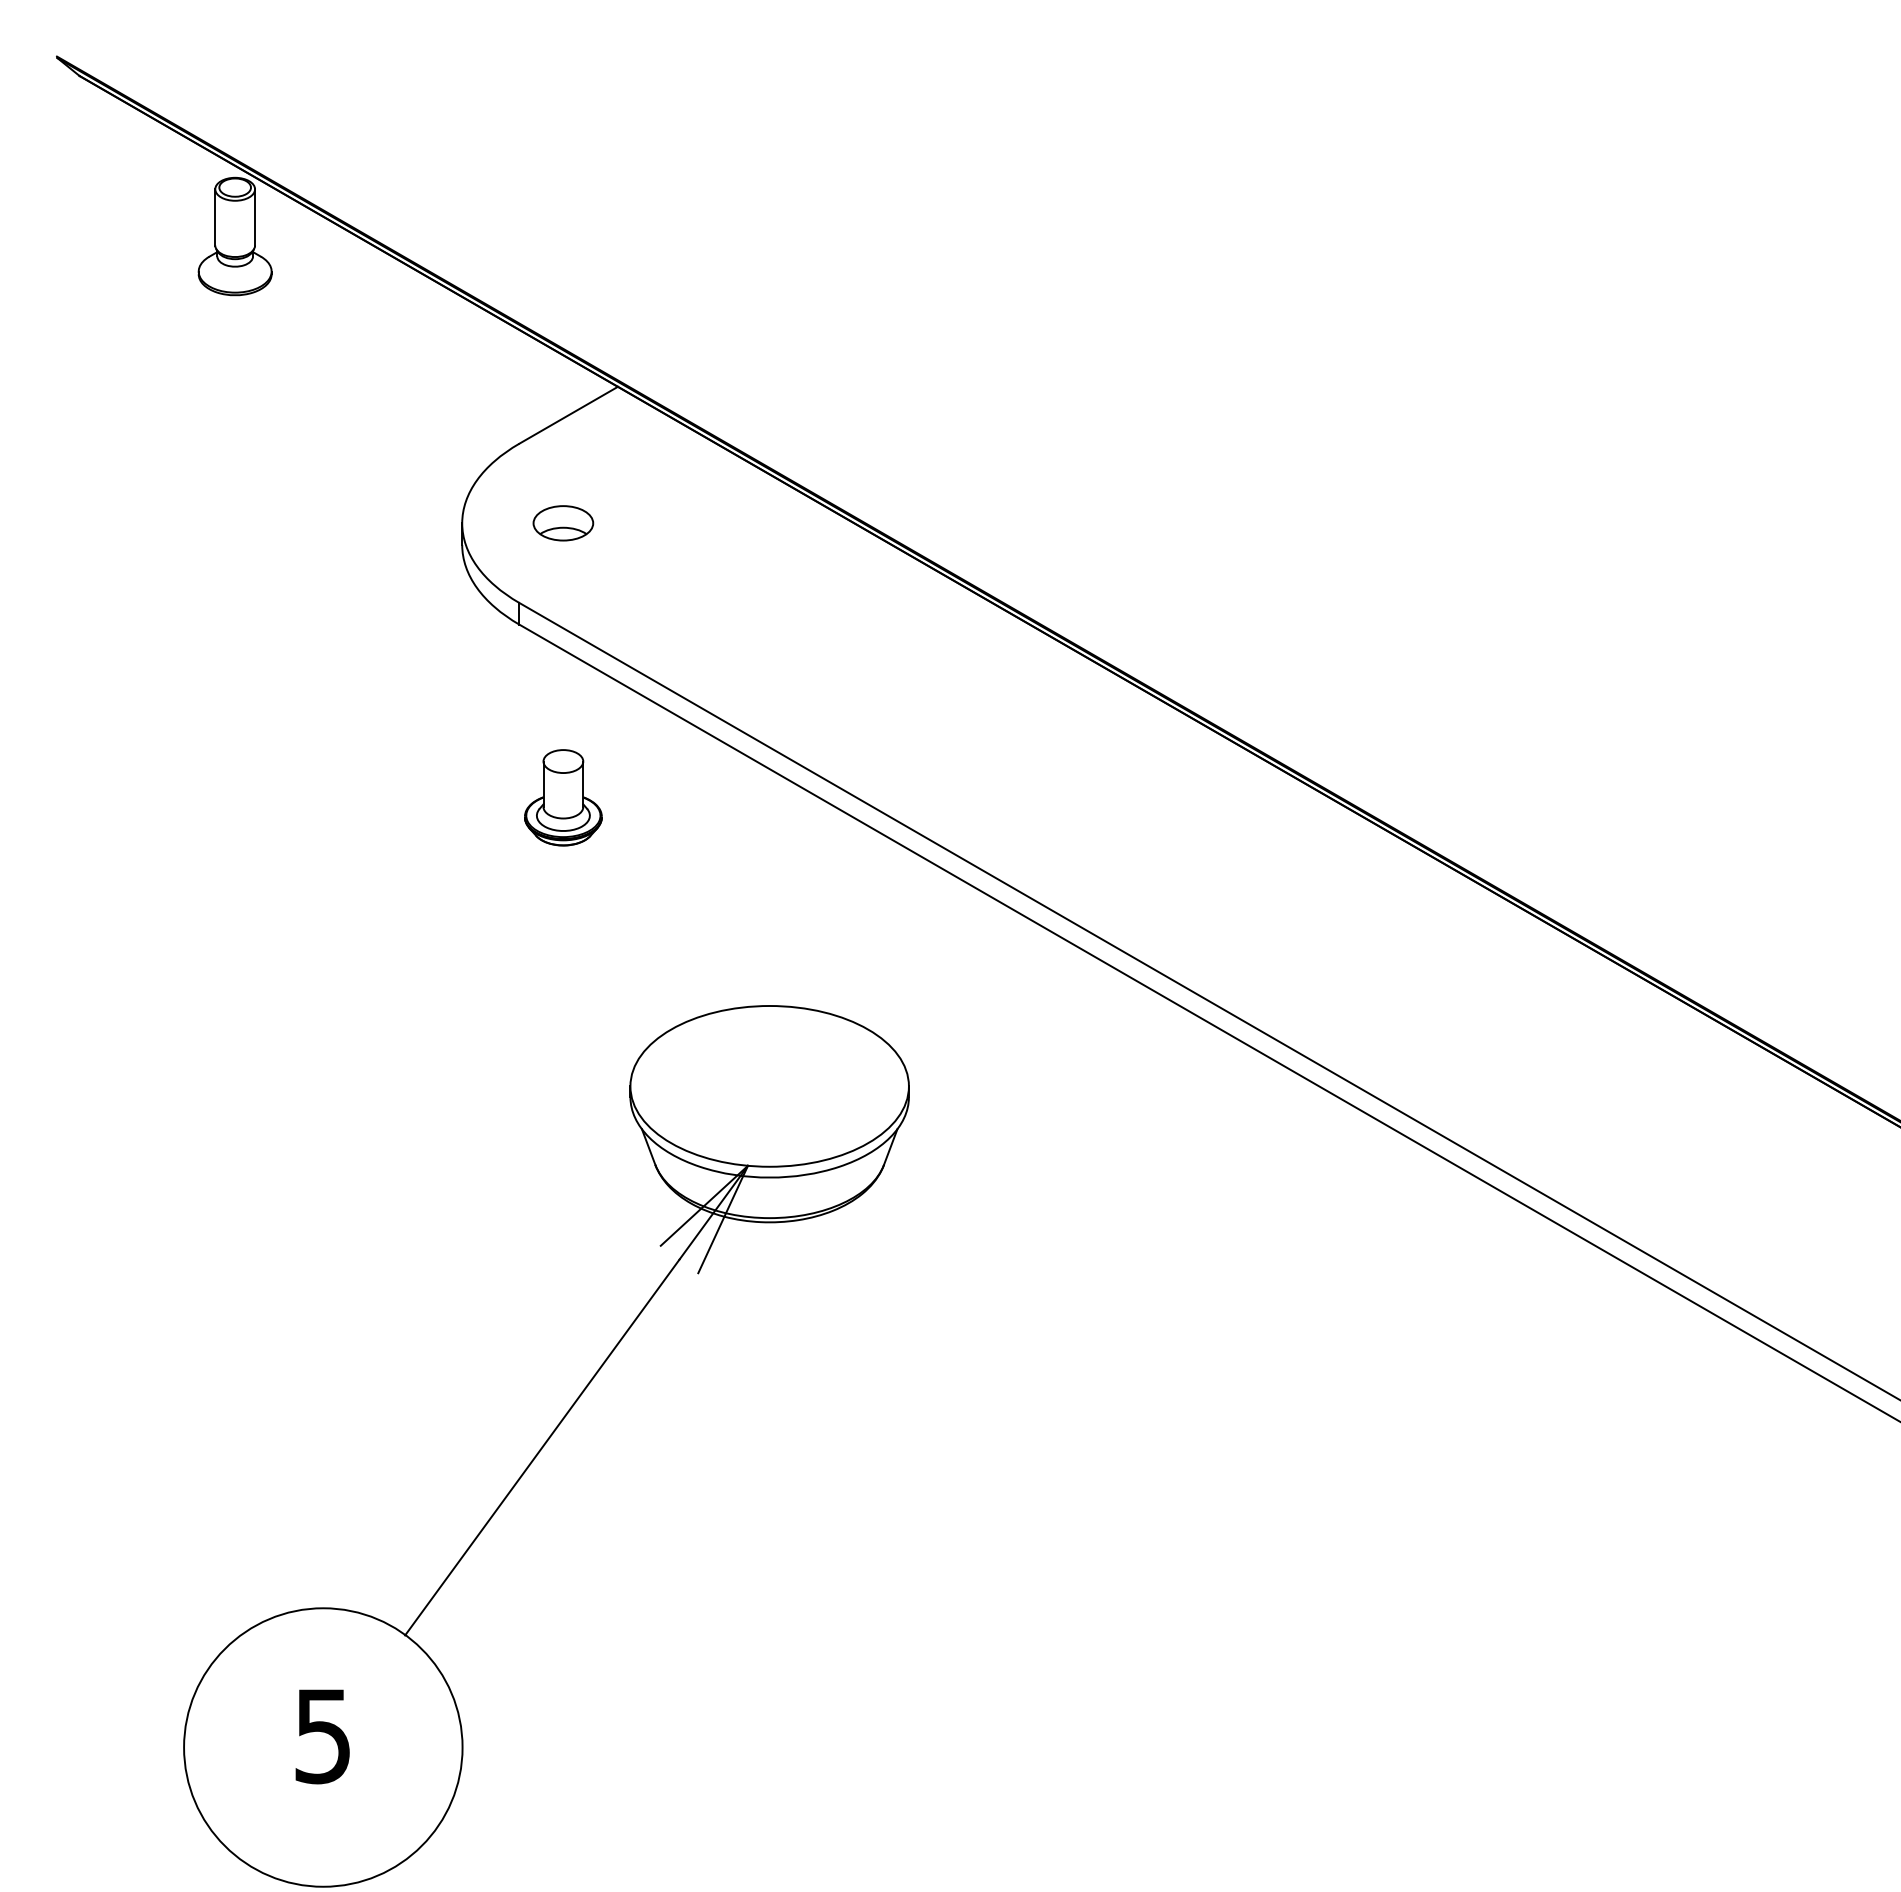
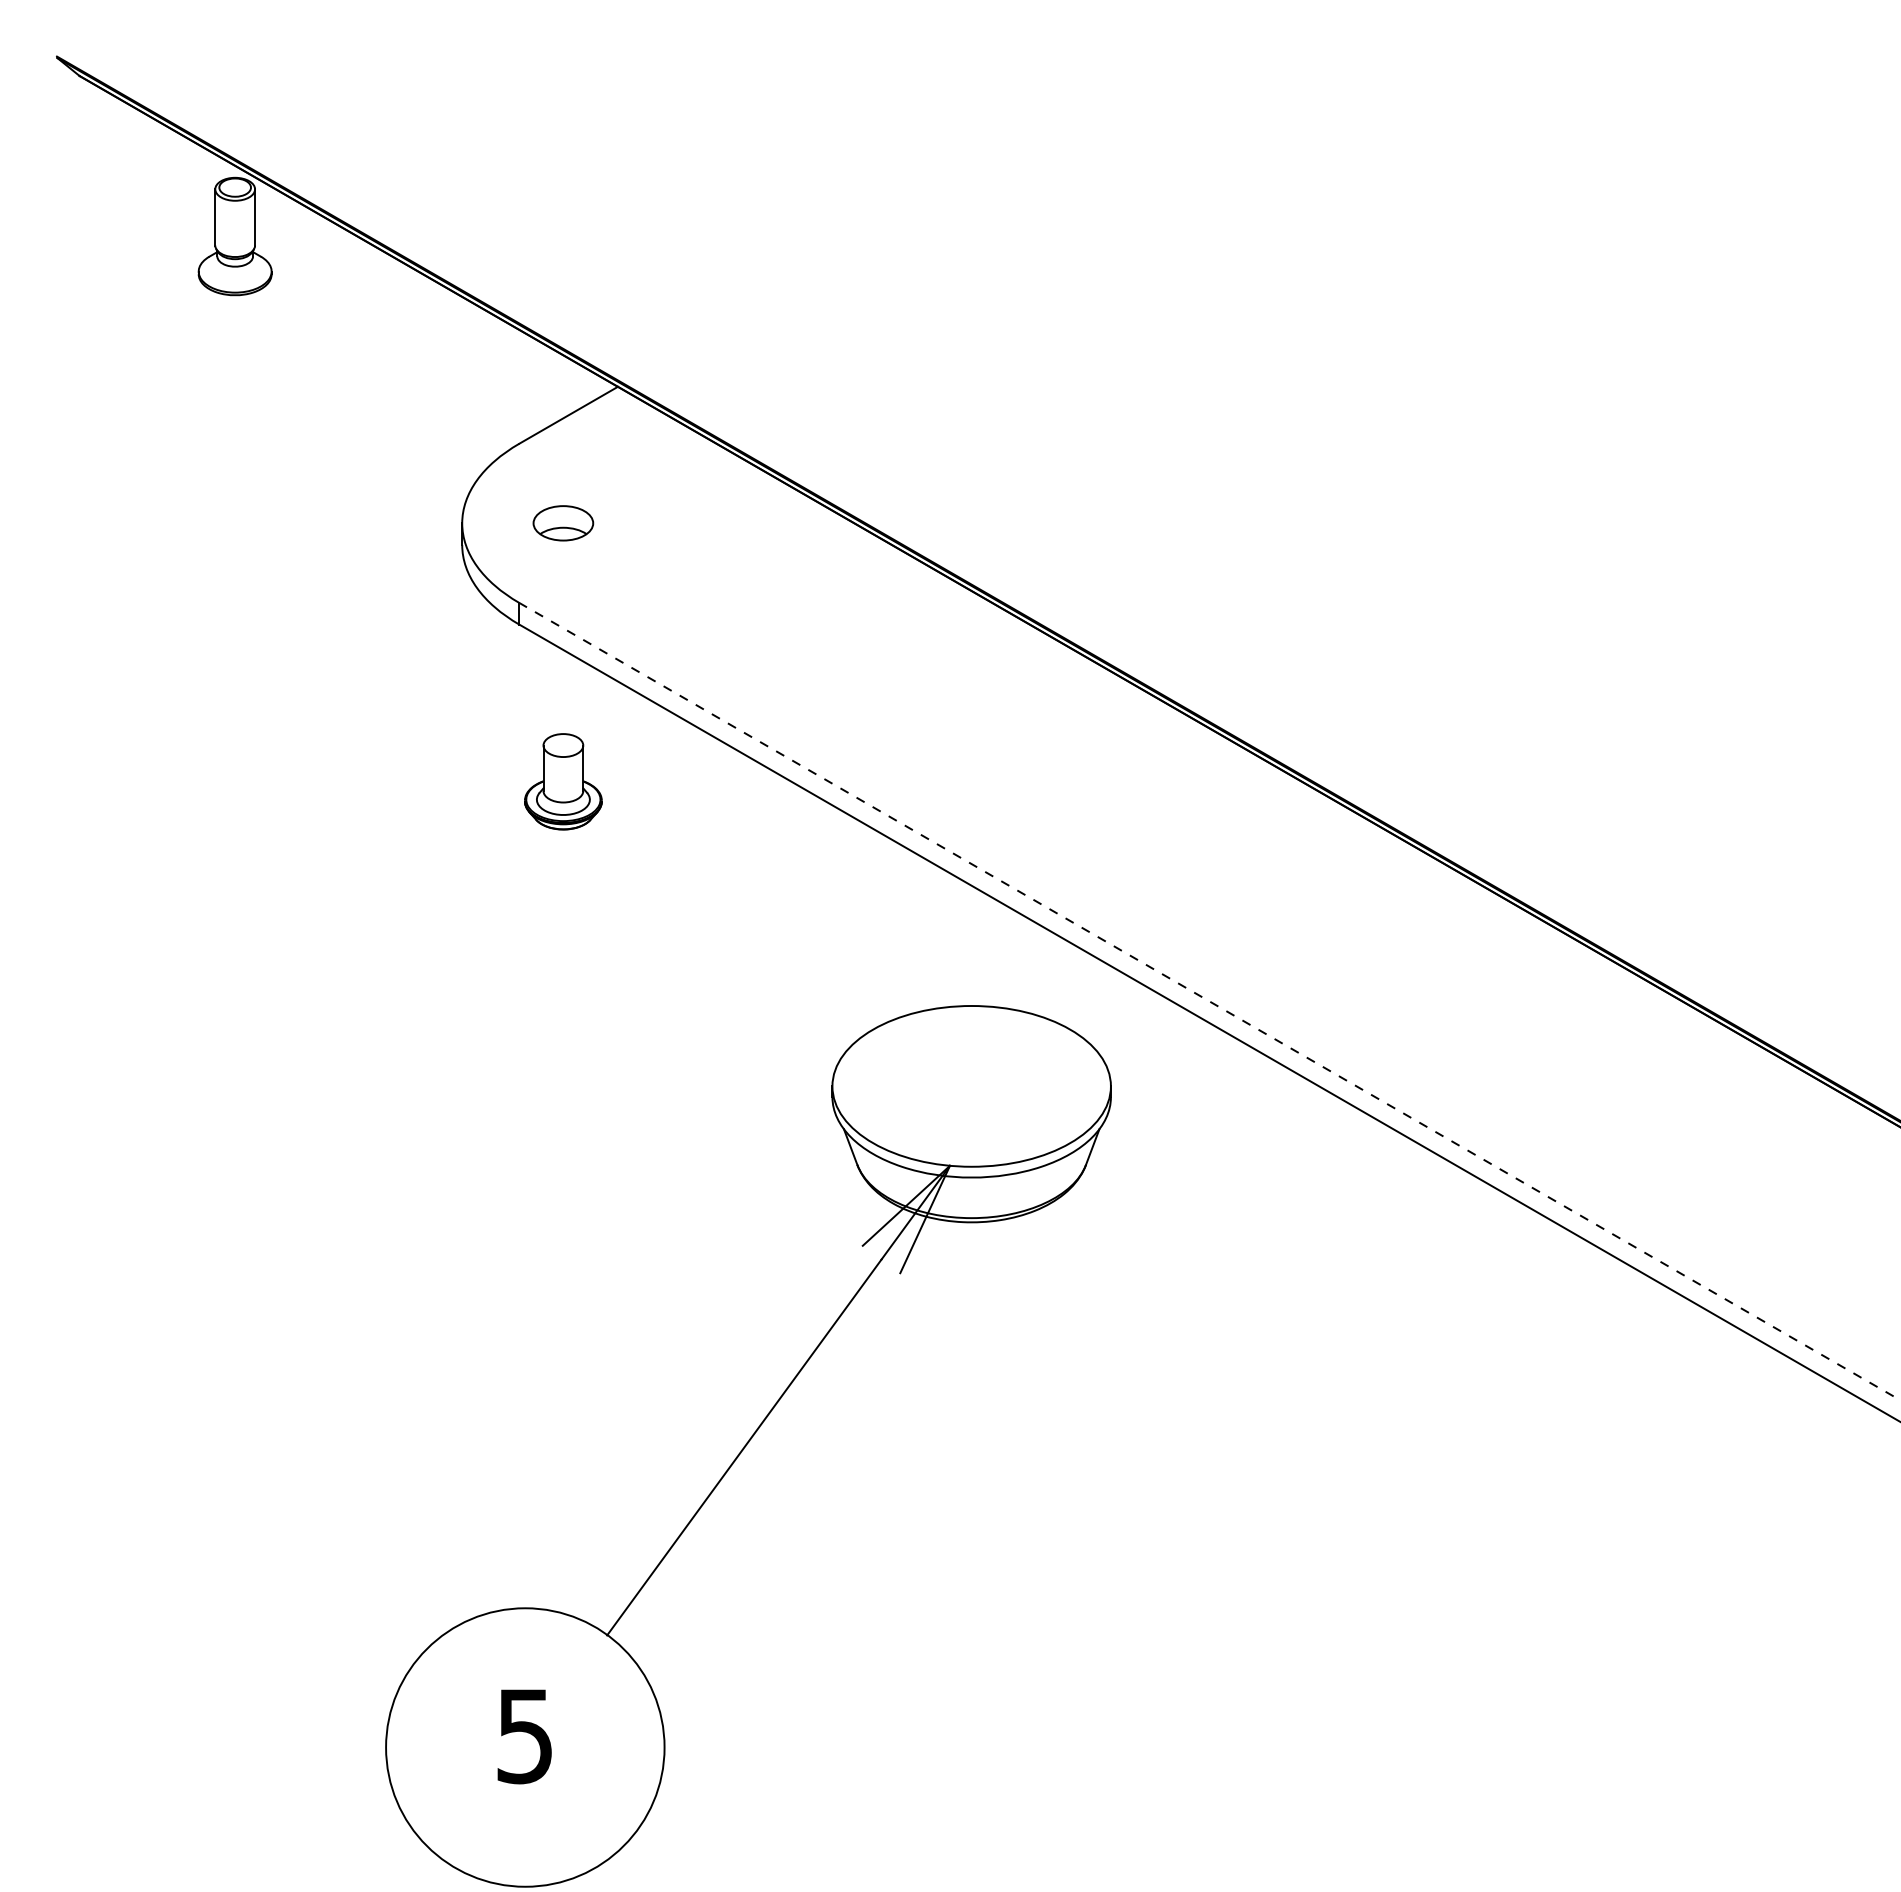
part at (563, 797) position: (563, 797) -> (563, 781)
line at (1209, 1001): solid -> dashed
part at (546, 1446) position: (546, 1446) -> (748, 1446)
